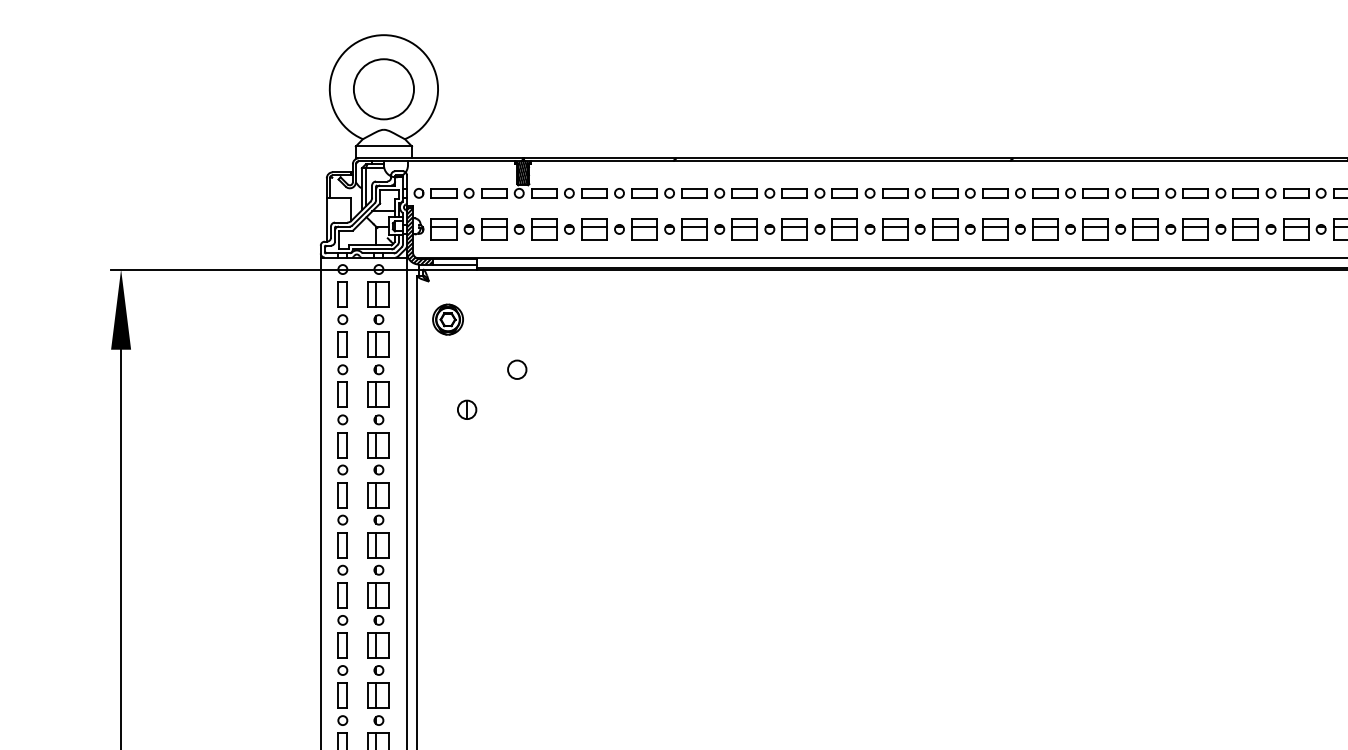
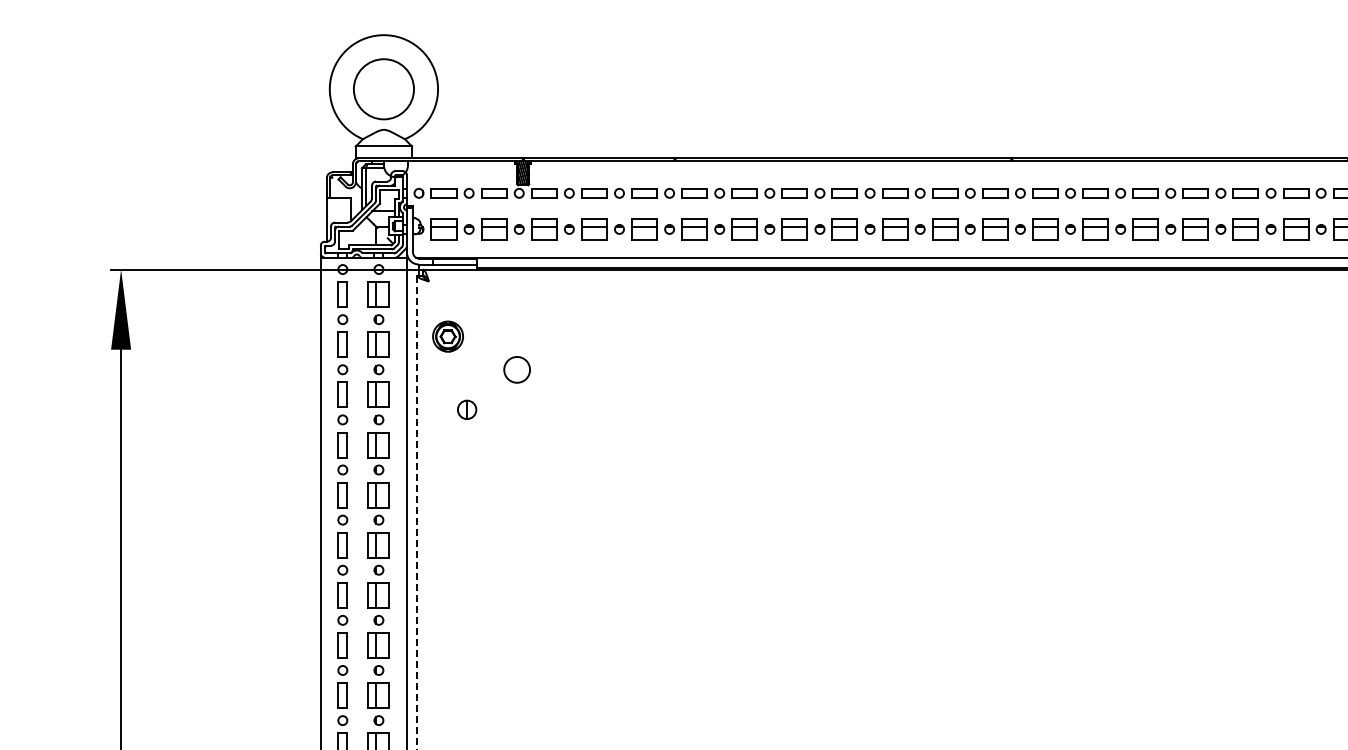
hatch at (419, 235): present -> none
part at (447, 319) position: (447, 319) -> (447, 336)
circle at (517, 369) size: 21x21 px -> 28x28 px
line at (417, 512): solid -> dashed
